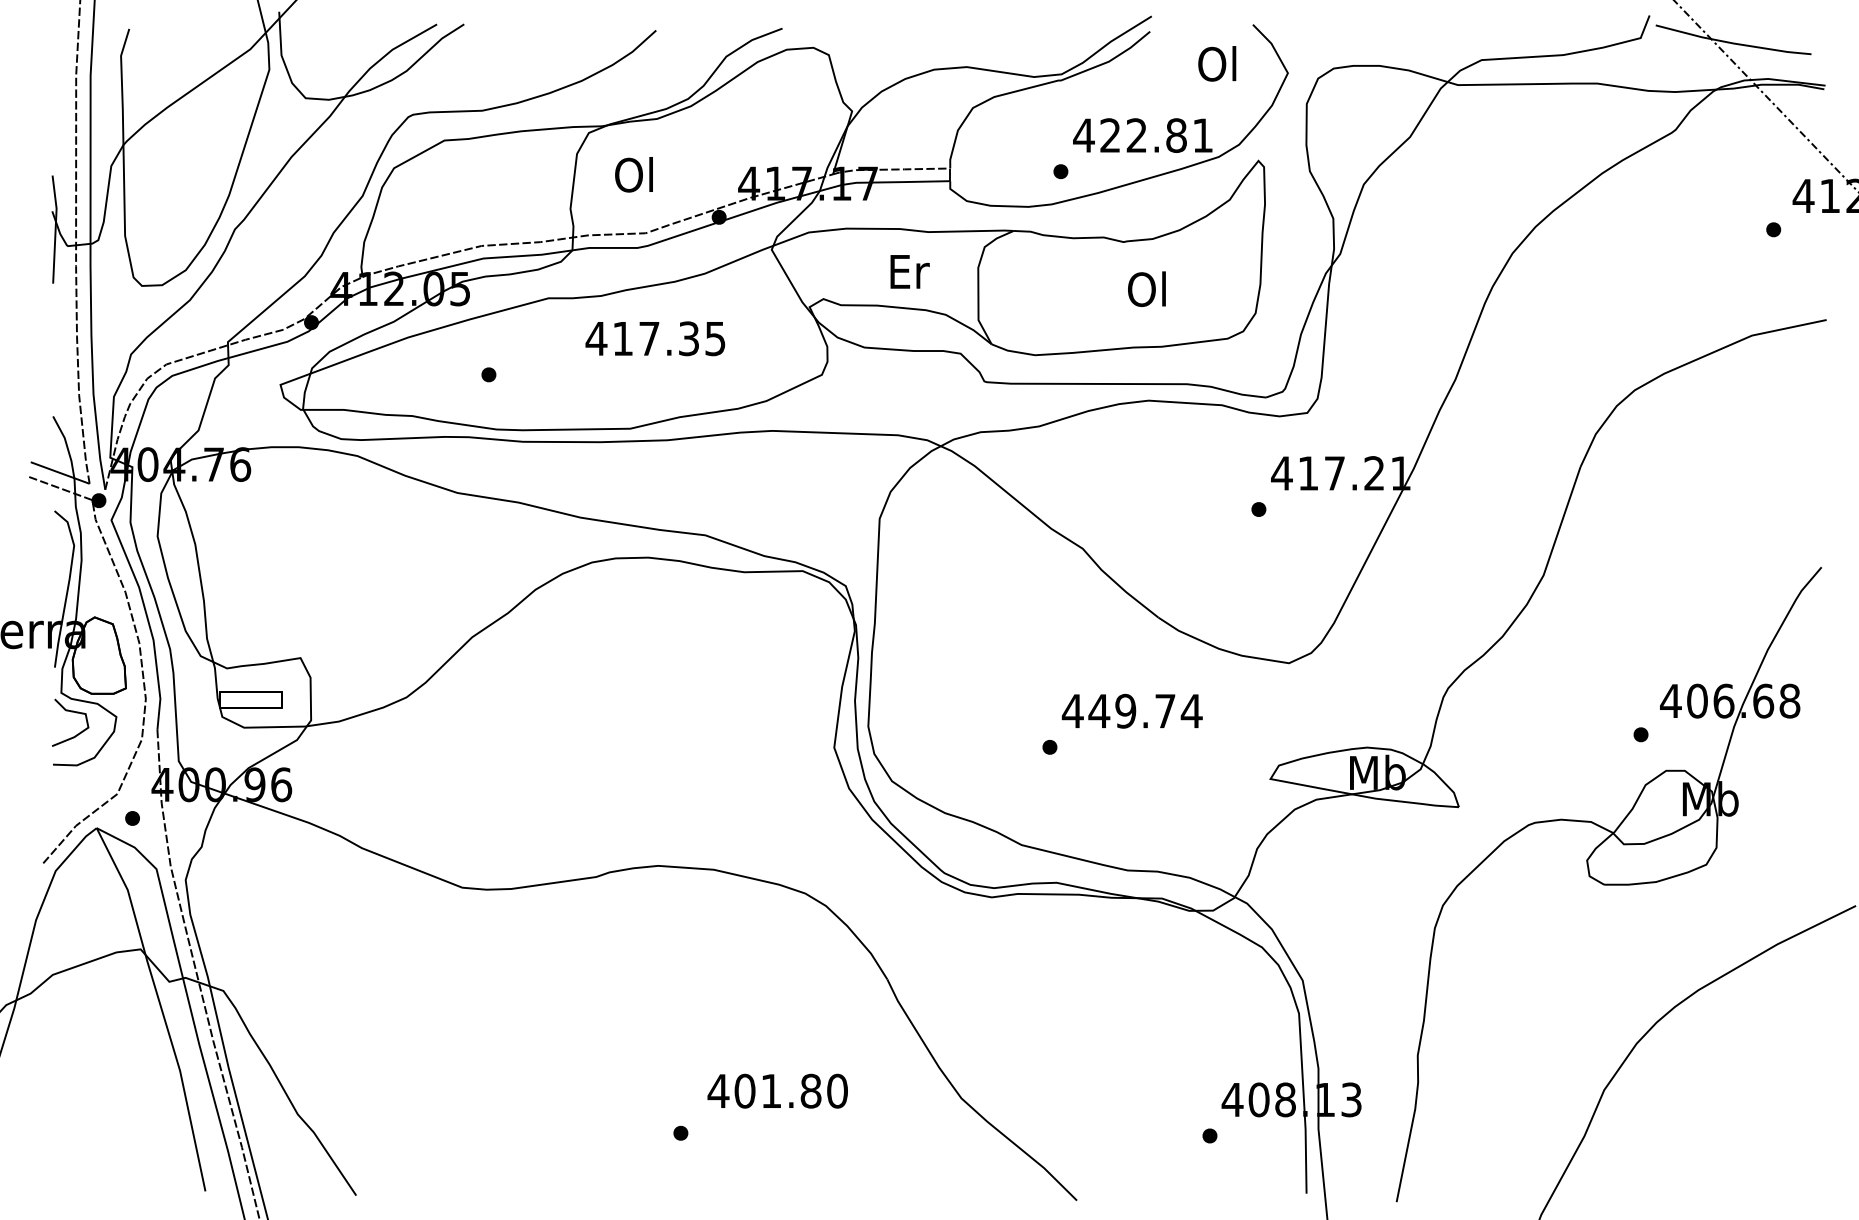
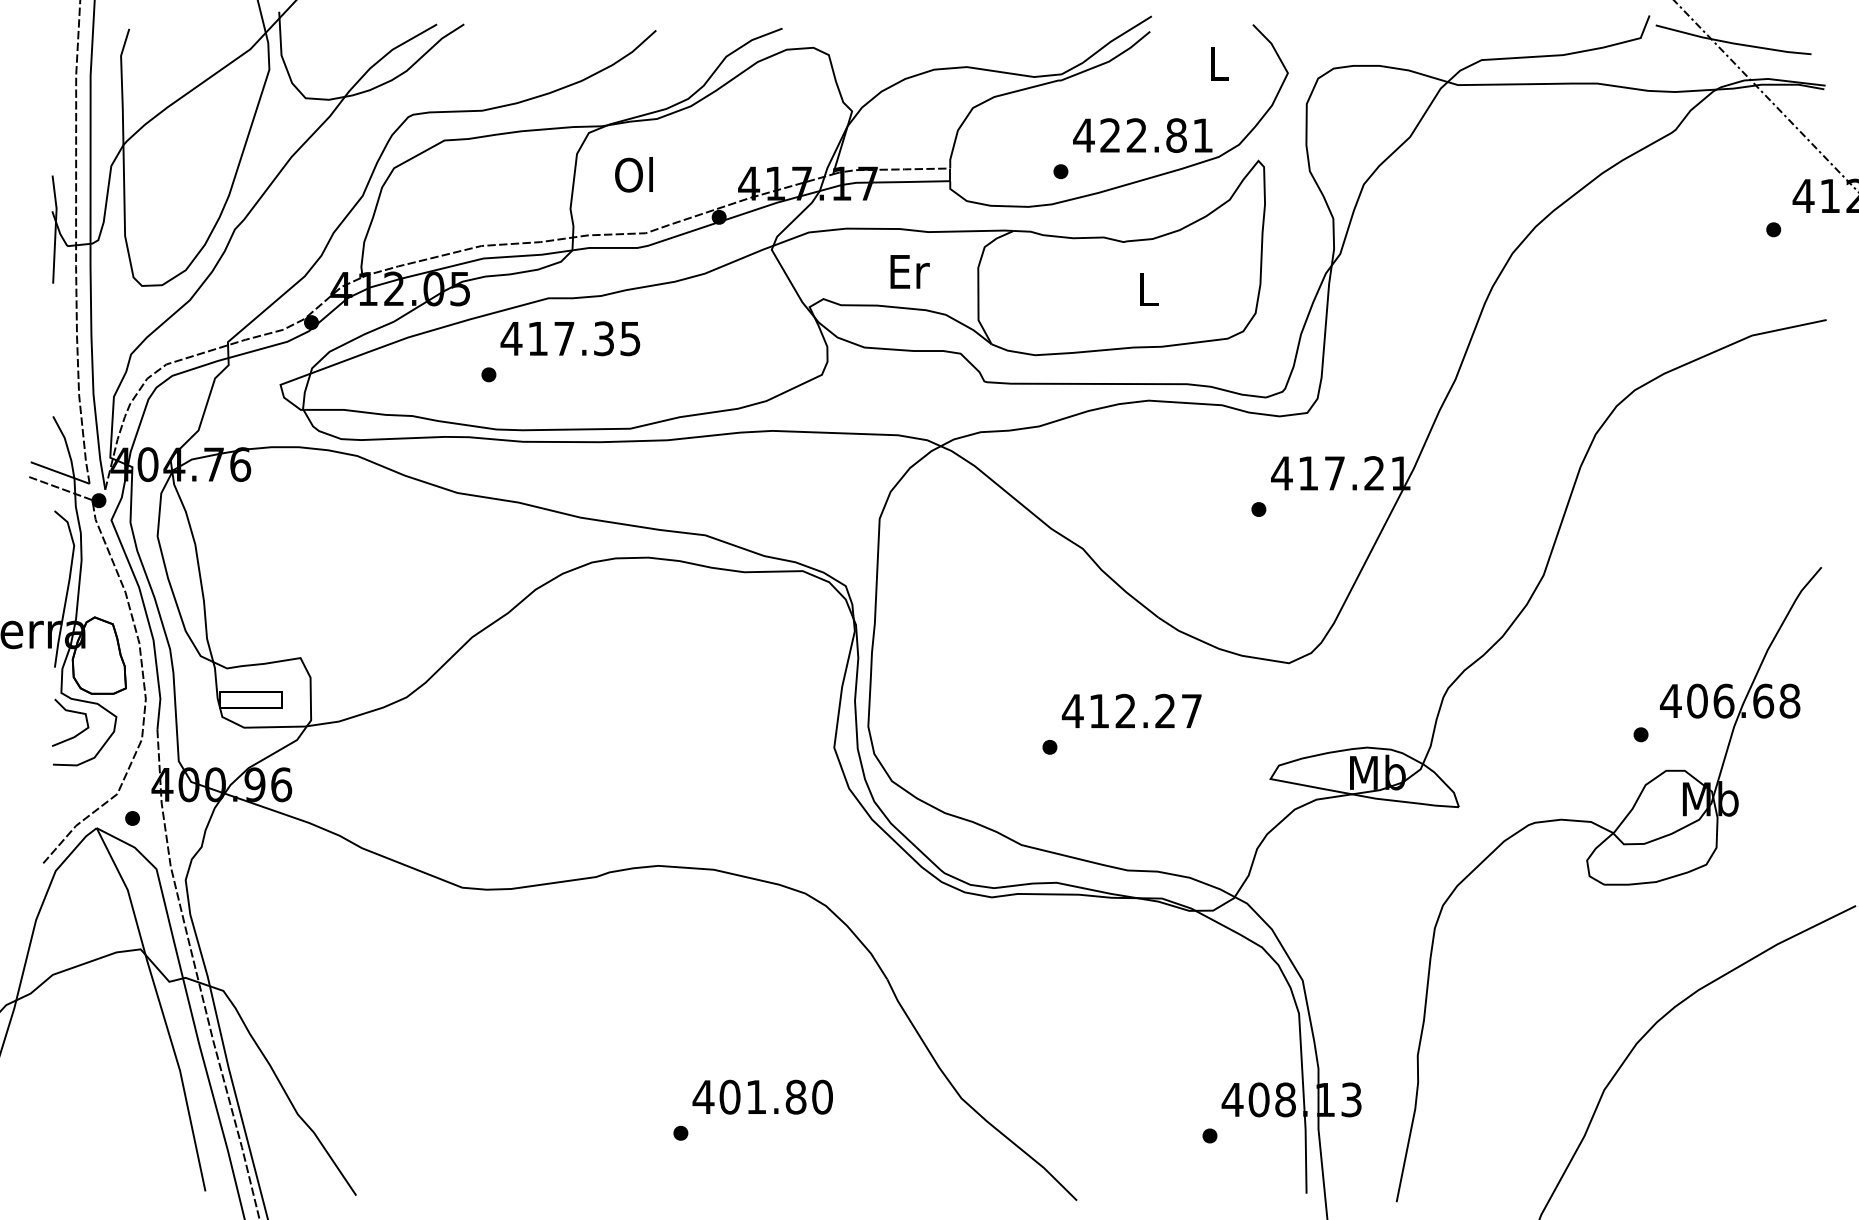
text at (1217, 63): Ol -> L
text at (1146, 289): Ol -> L
text at (655, 338) position: (655, 338) -> (570, 338)
text at (1145, 710): 449.74 -> 412.27
text at (777, 1090) position: (777, 1090) -> (762, 1096)
